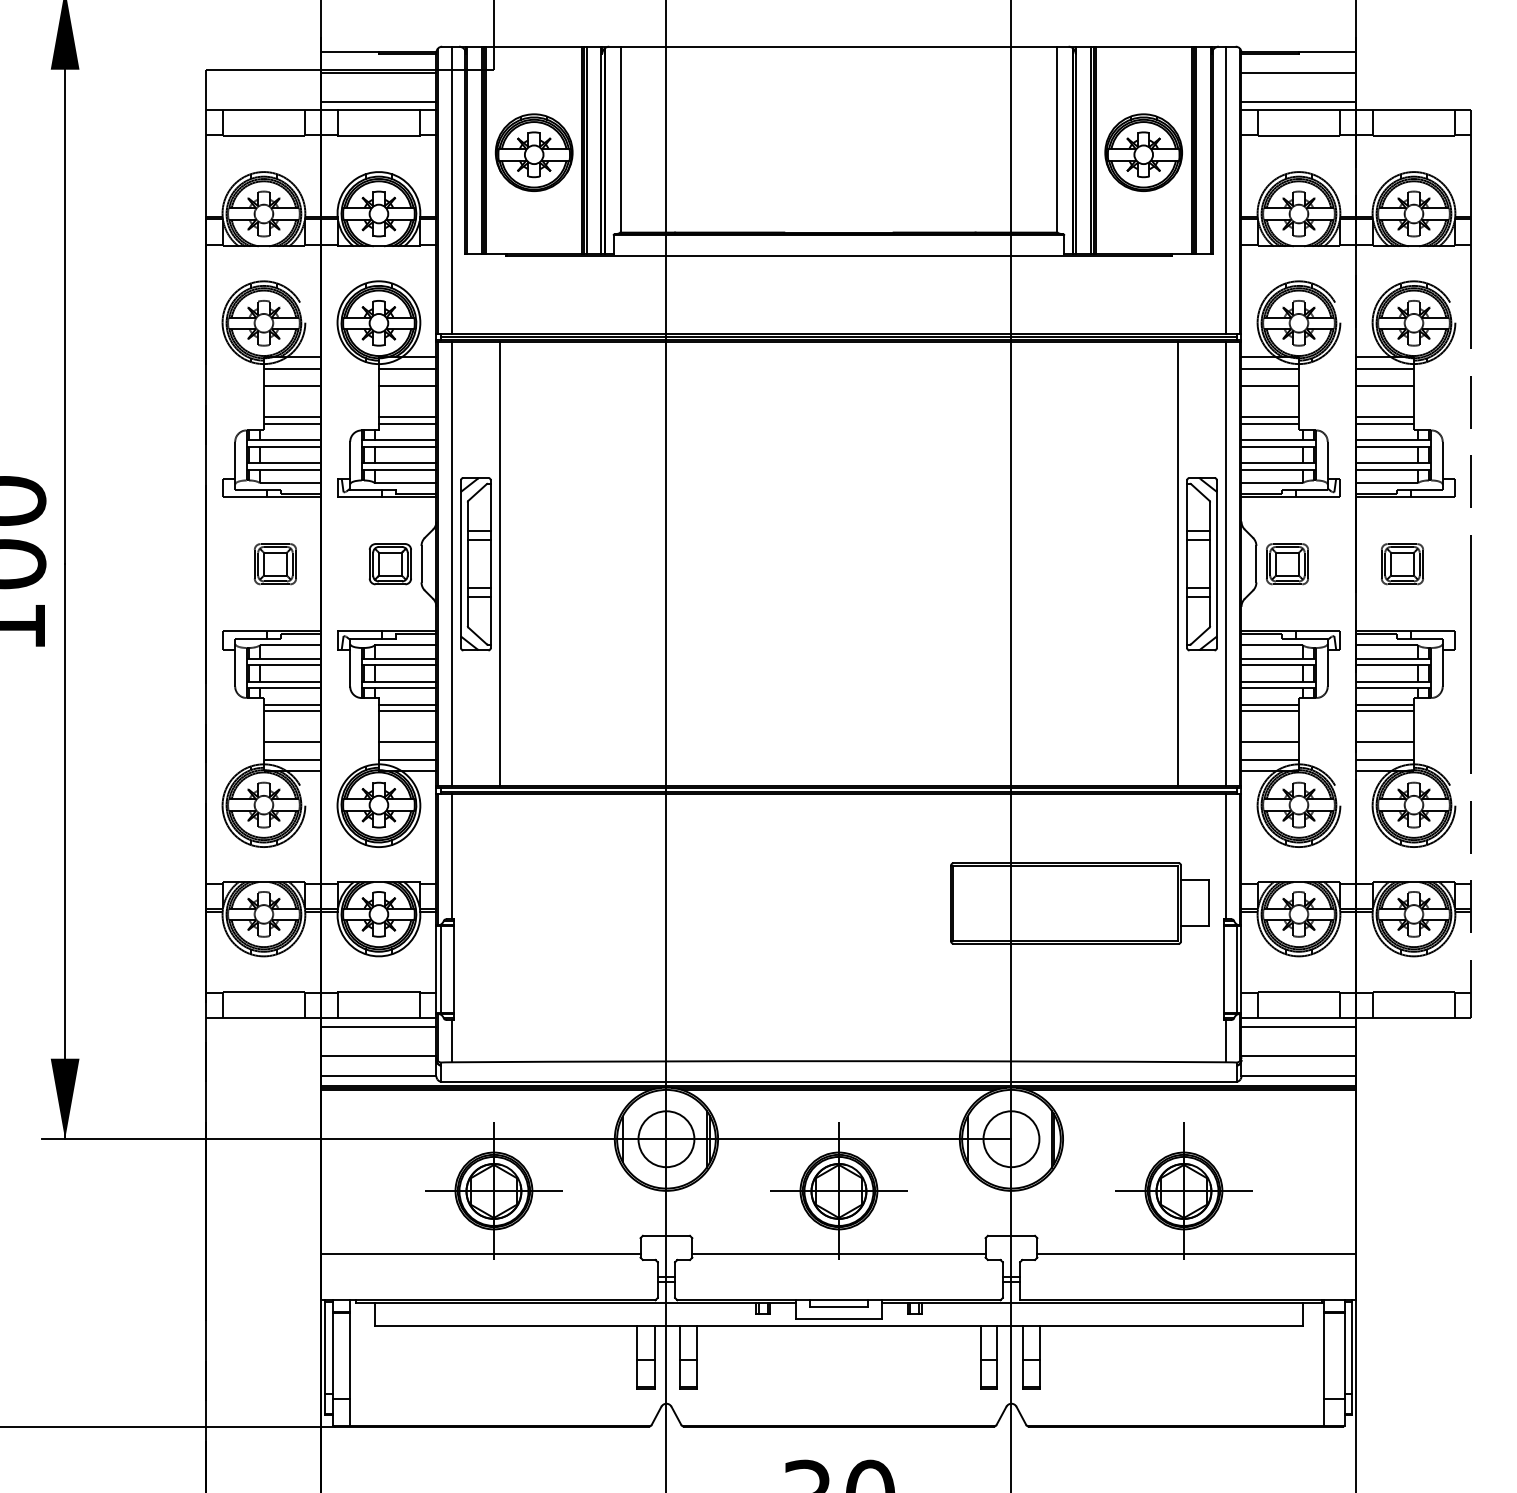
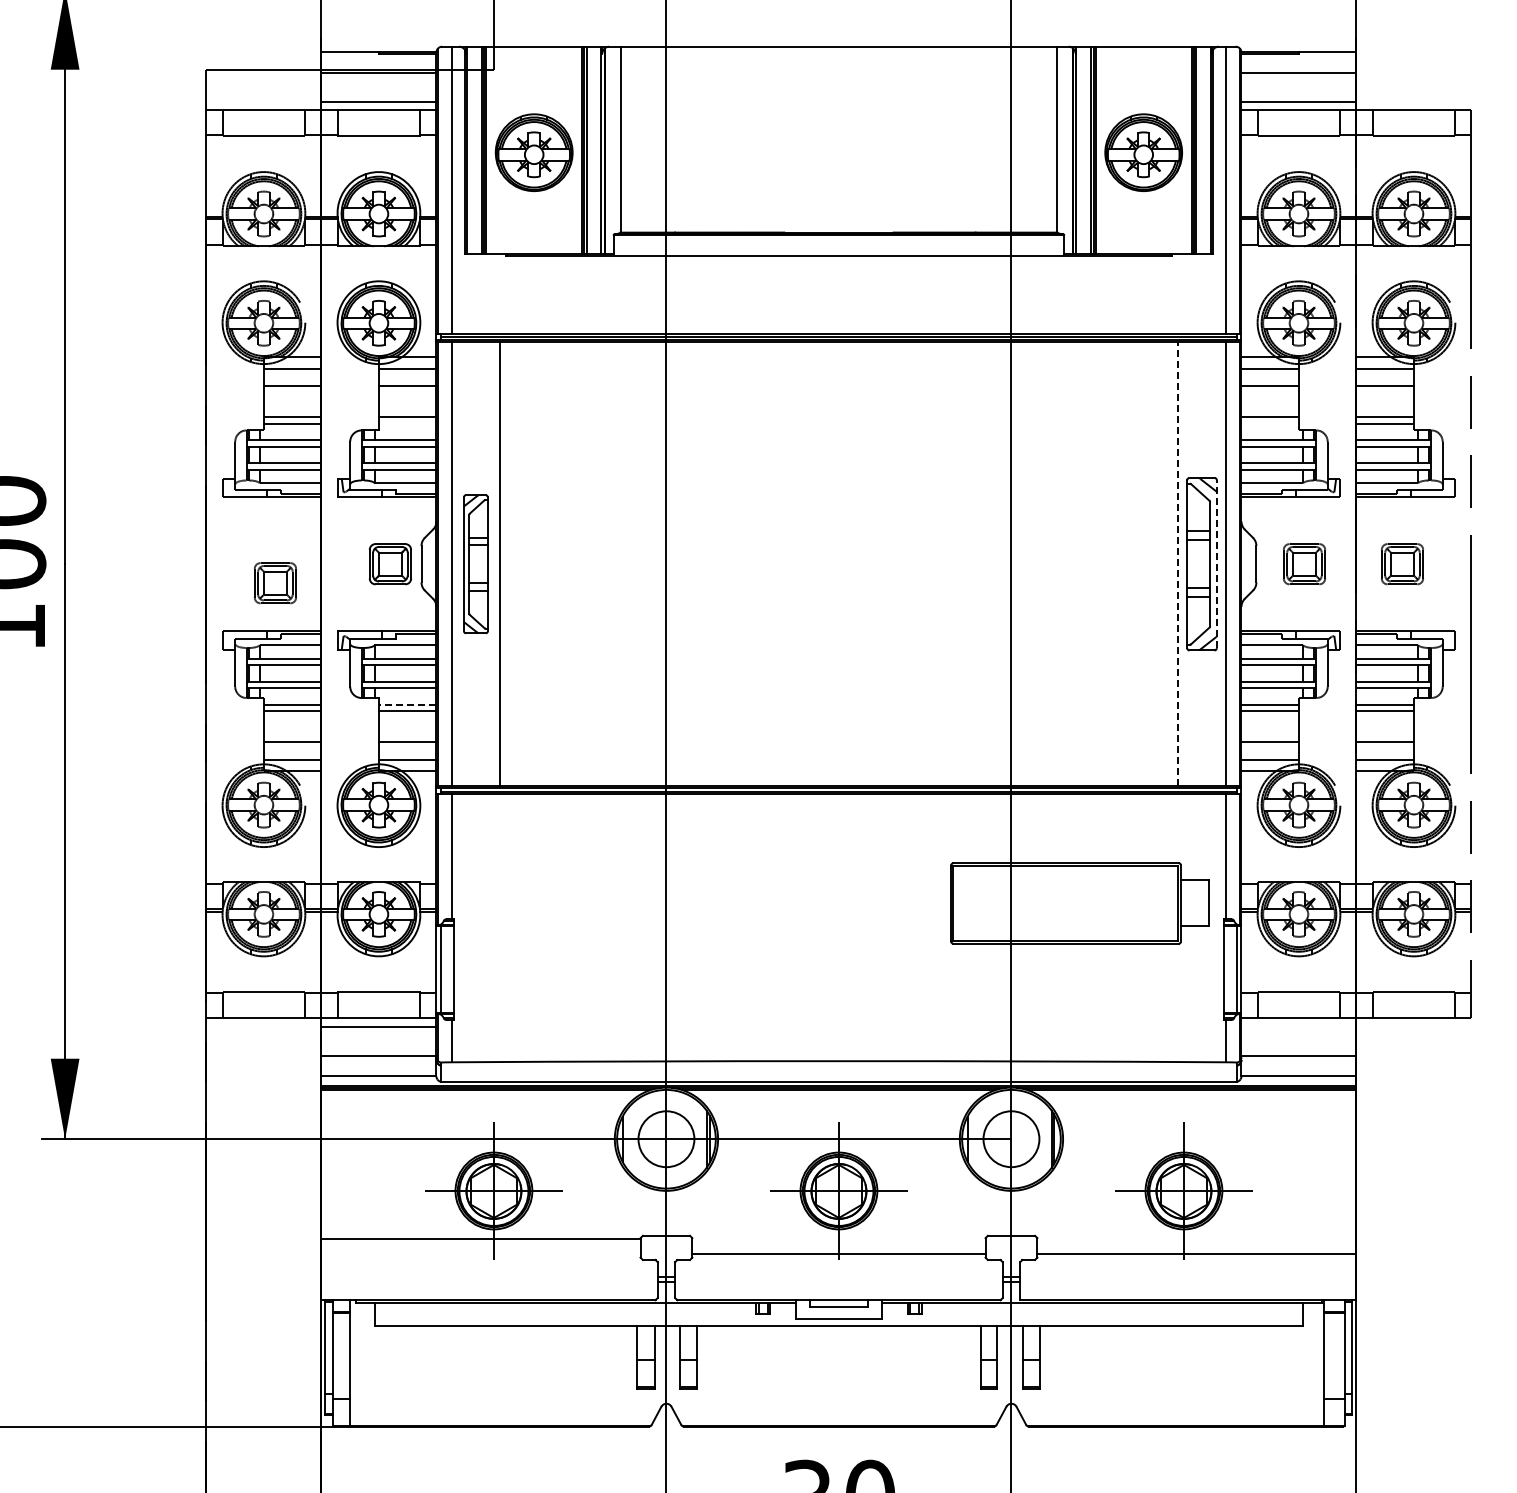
line at (407, 423): present -> none
line at (1269, 423): present -> none
part at (274, 564) position: (274, 564) -> (274, 583)
part at (475, 564) size: 32x175 px -> 26x141 px
line at (1178, 564): solid -> dashed
line at (1216, 564): solid -> dashed
part at (1287, 564) position: (1287, 564) -> (1304, 564)
line at (407, 704): solid -> dashed
line at (1298, 1026): present -> none
line at (480, 1254) position: (480, 1254) -> (480, 1239)
